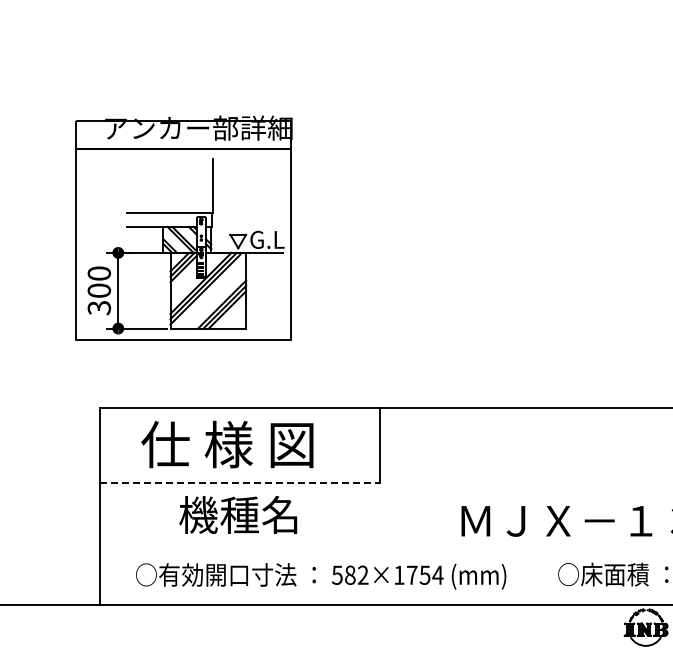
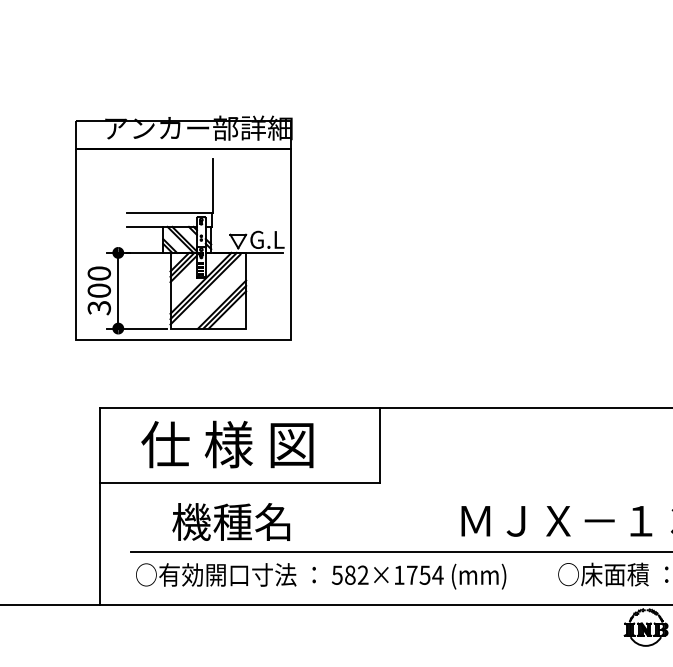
line at (240, 483): dashed -> solid
text at (238, 514) position: (238, 514) -> (231, 521)
line at (399, 552): none -> present
